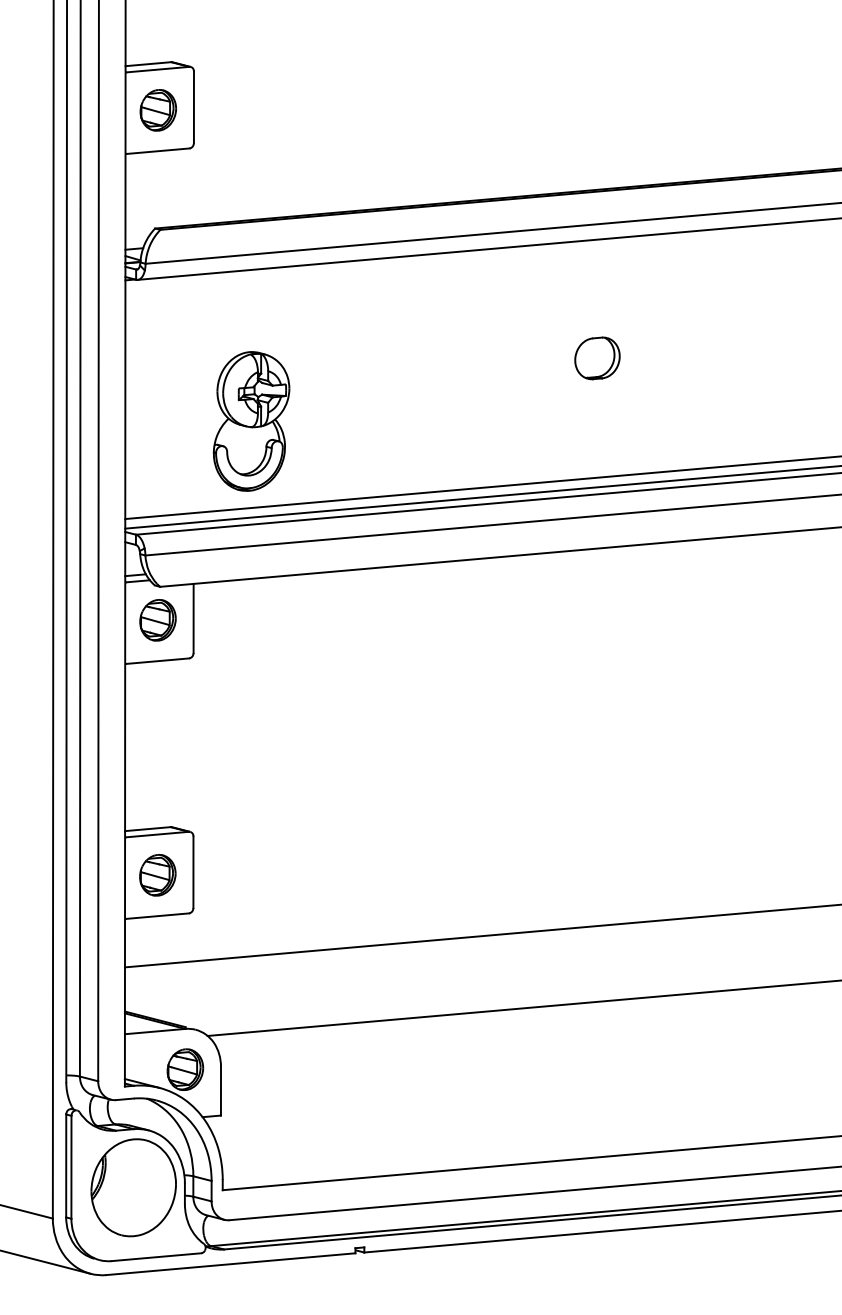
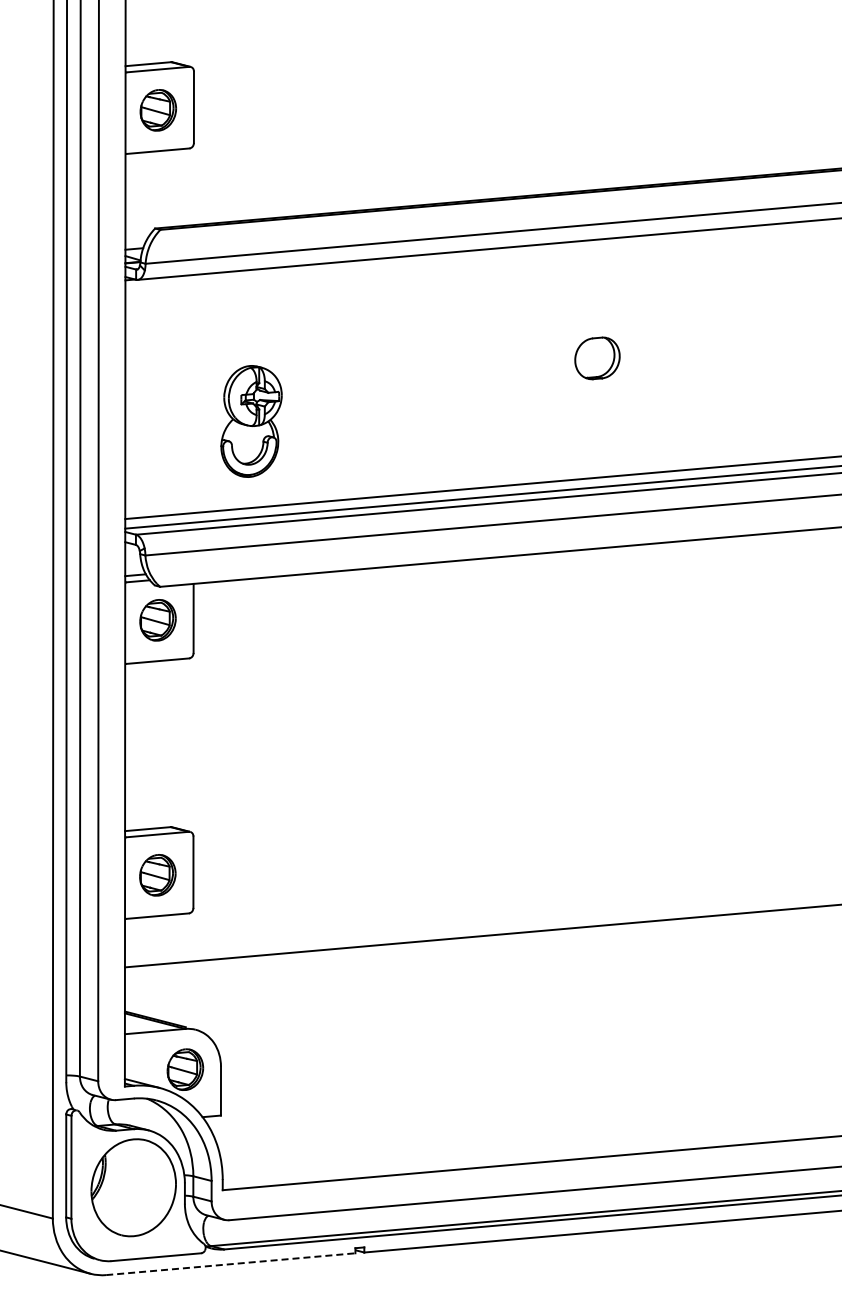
part at (251, 421) size: 79x141 px -> 63x113 px
line at (522, 1007): present -> none
line at (231, 1264): solid -> dashed
